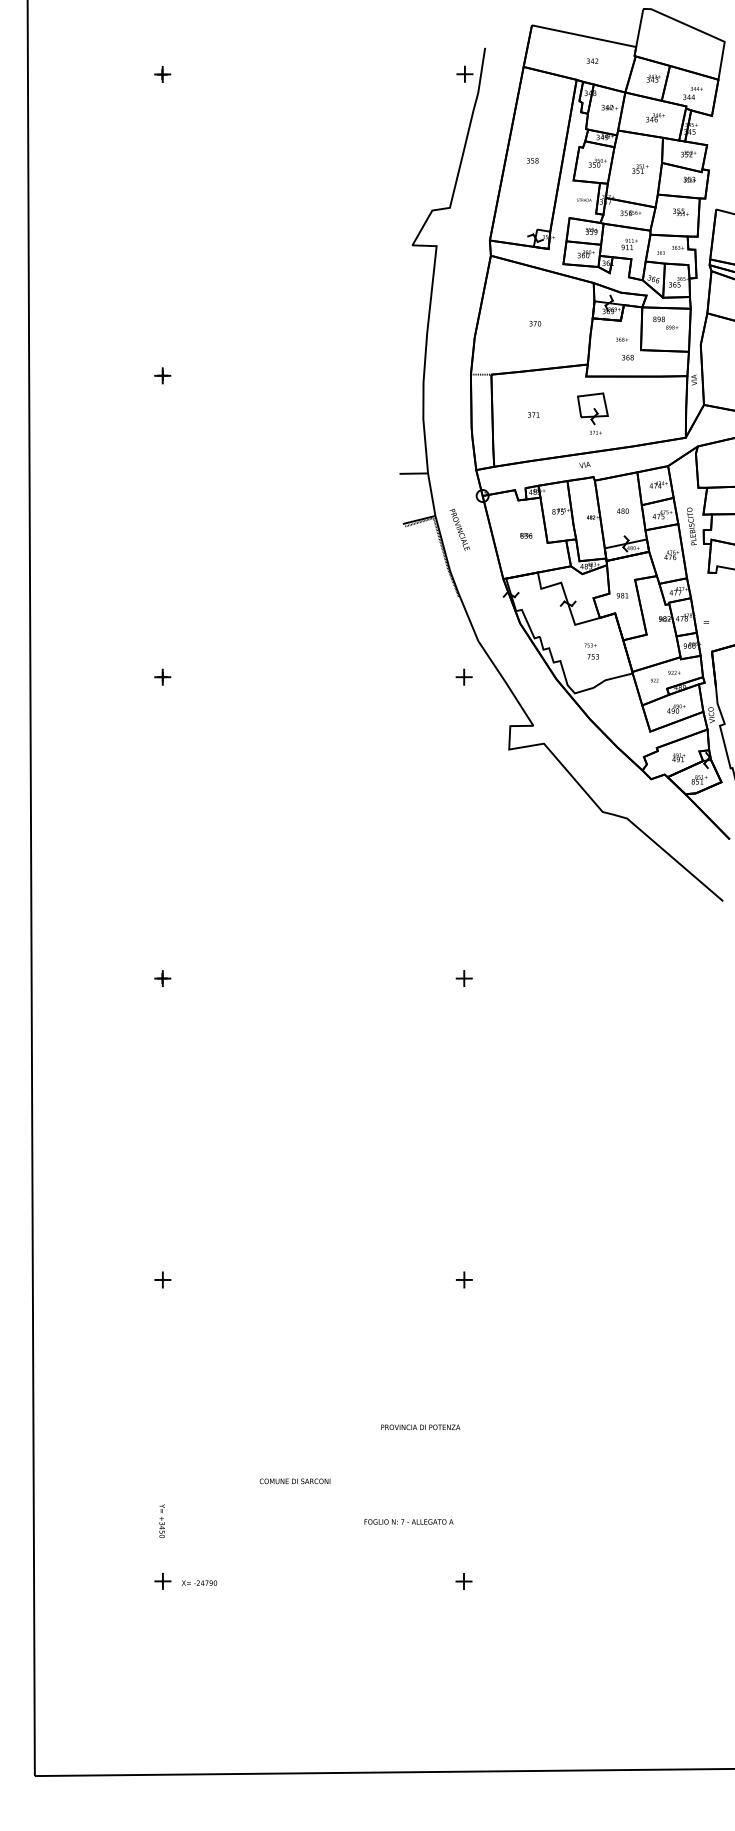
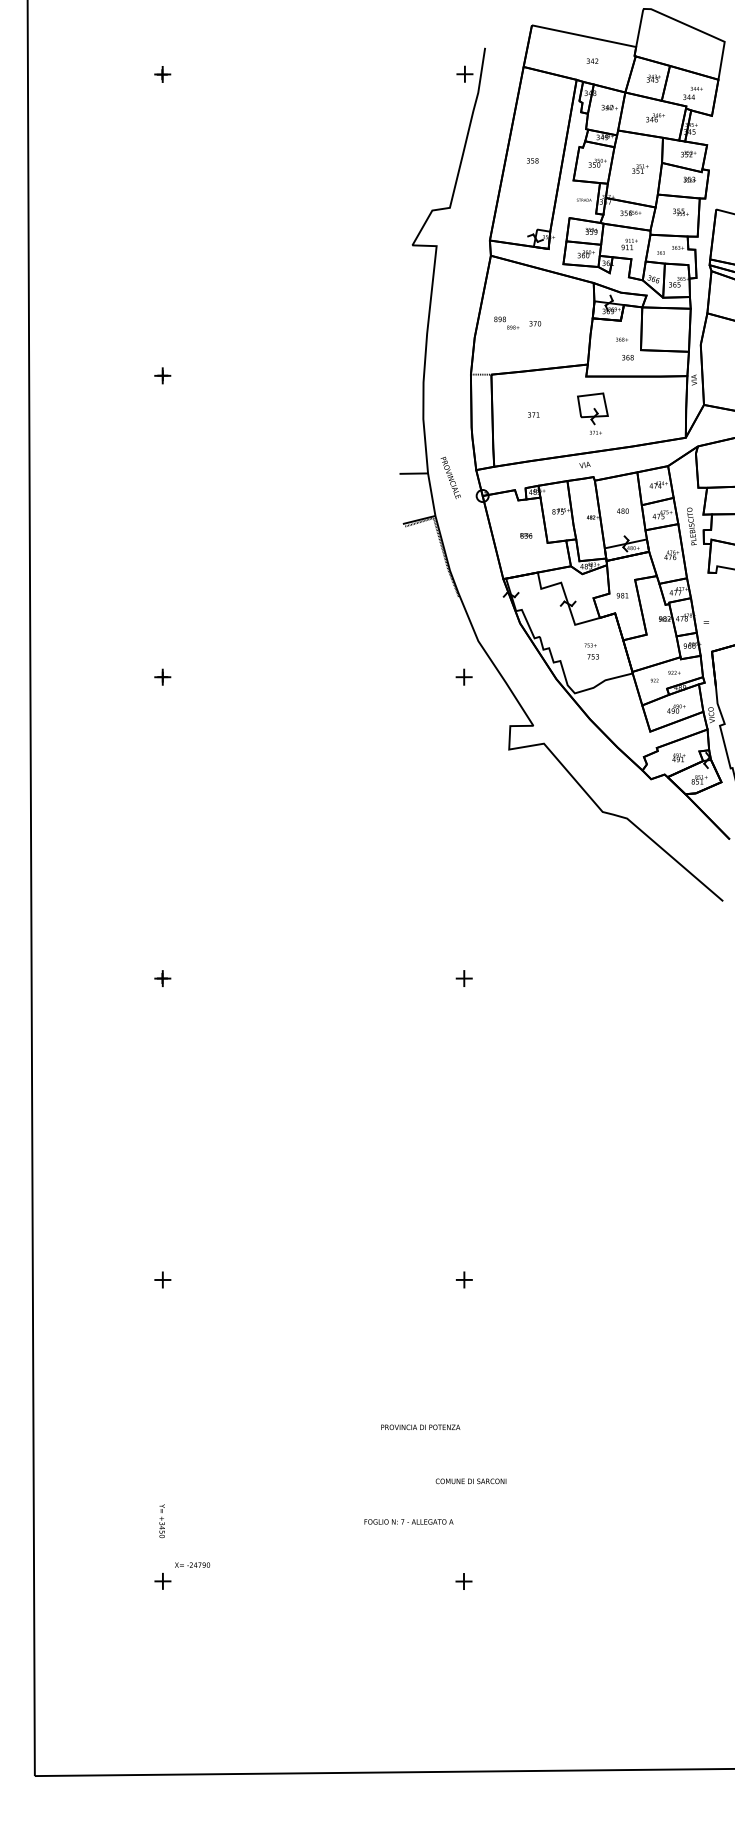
text at (665, 322) position: (665, 322) -> (506, 322)
text at (459, 529) position: (459, 529) -> (450, 477)
text at (294, 1481) position: (294, 1481) -> (470, 1481)
text at (199, 1582) position: (199, 1582) -> (192, 1564)
